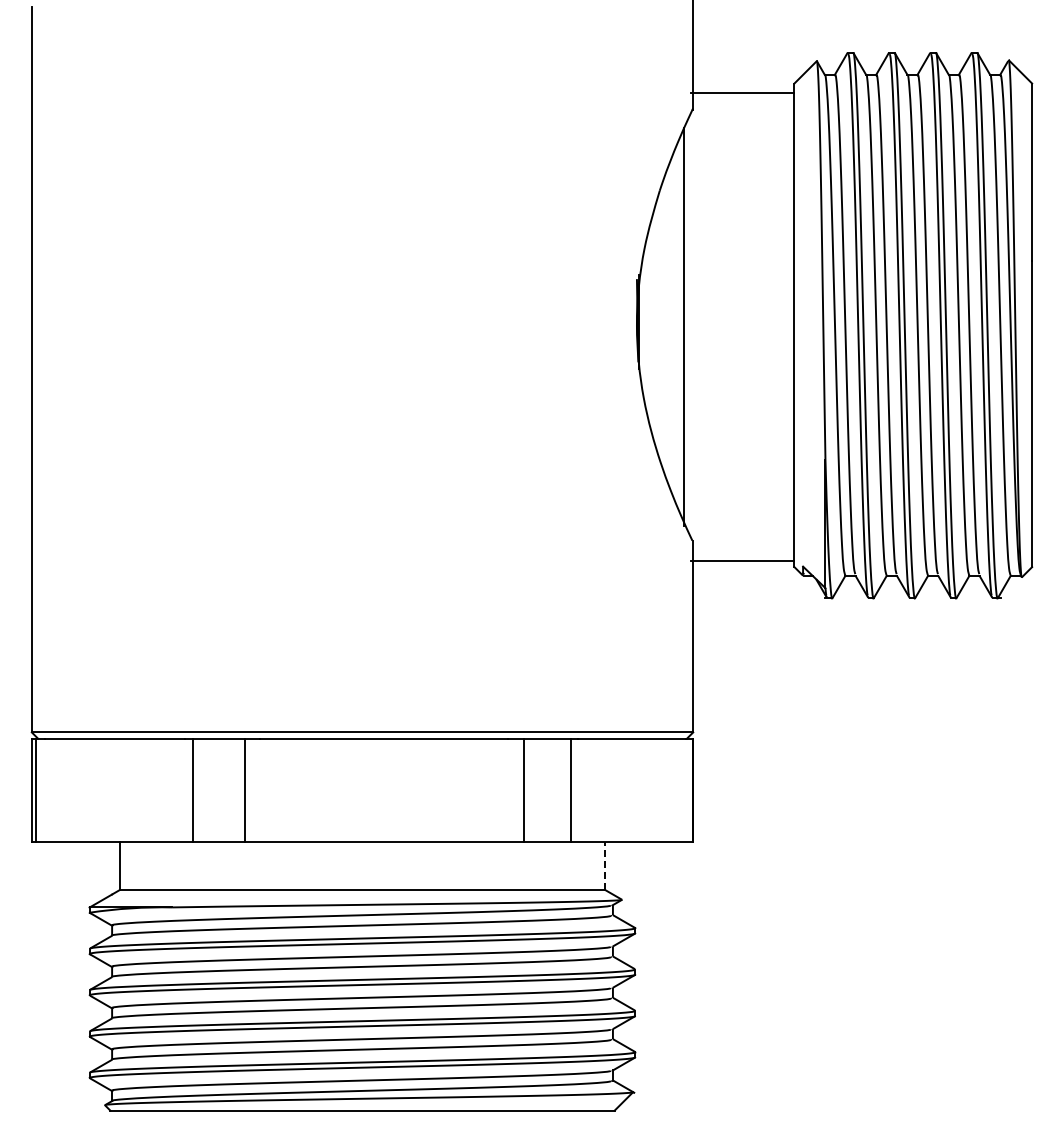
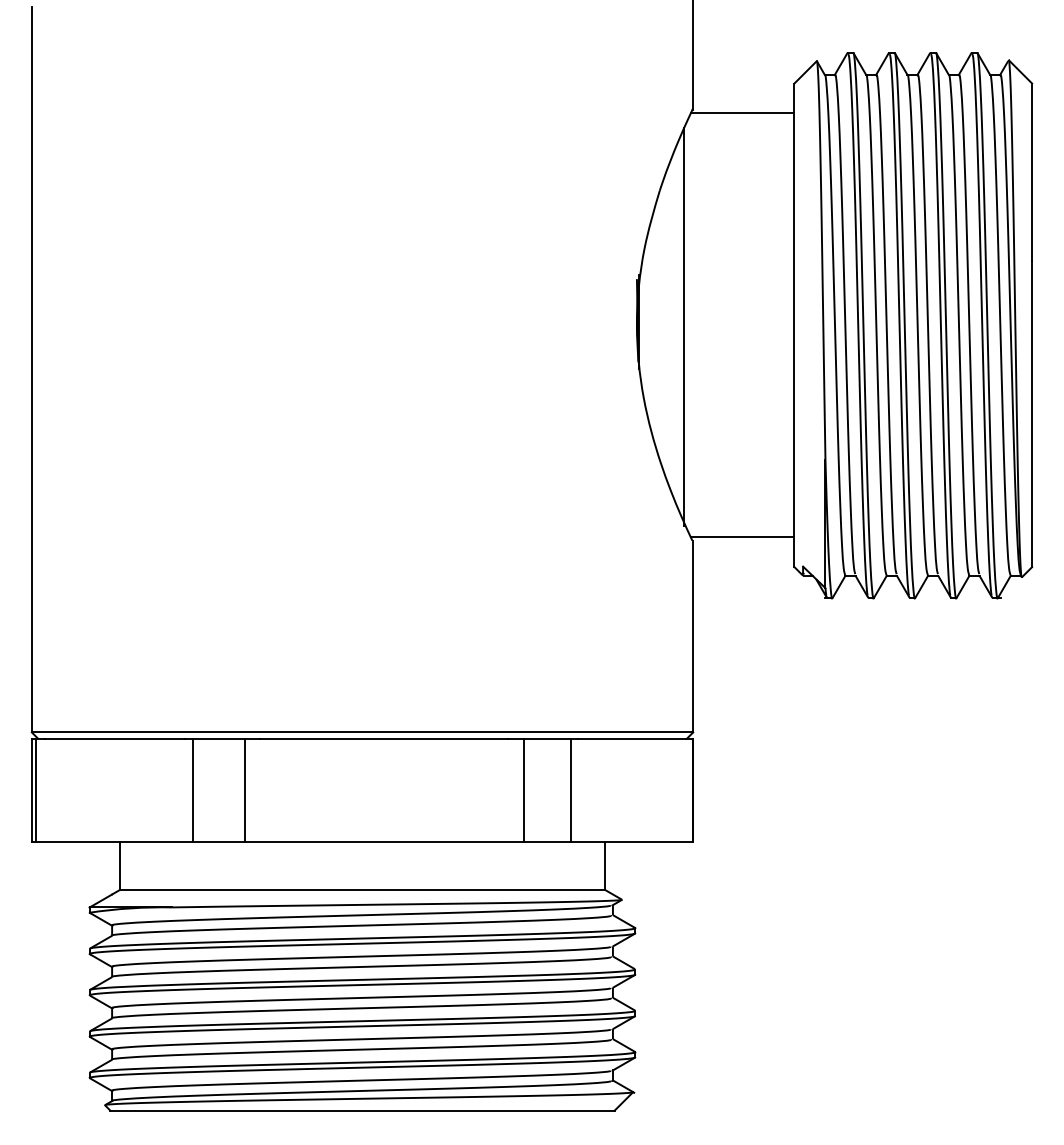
line at (742, 93) position: (742, 93) -> (742, 113)
line at (742, 561) position: (742, 561) -> (742, 537)
line at (605, 865): dashed -> solid
